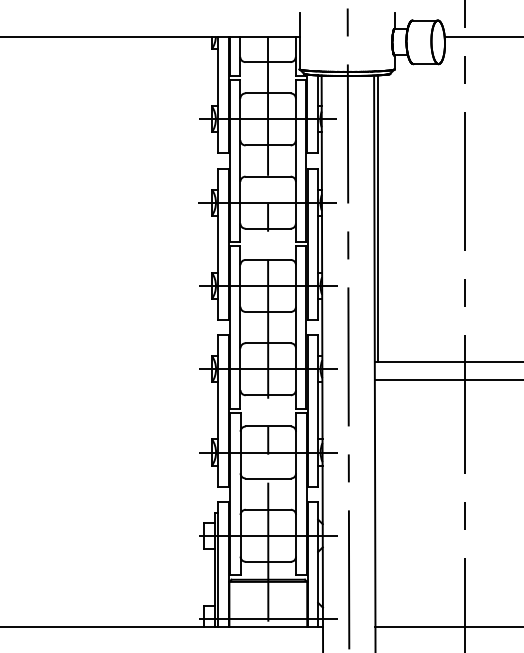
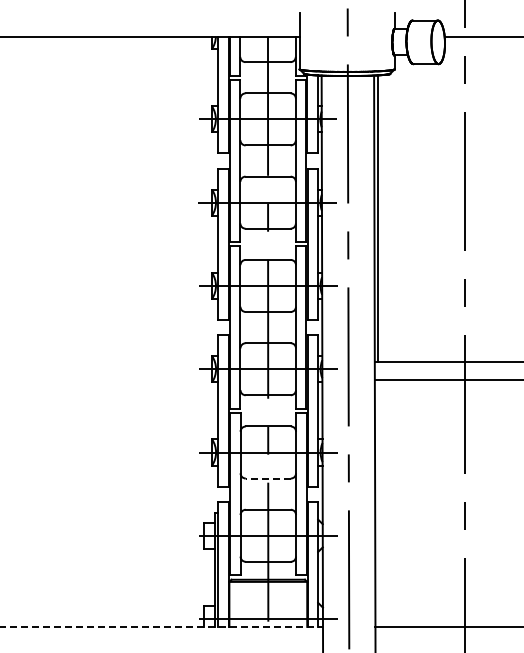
line at (268, 478): solid -> dashed
line at (162, 626): solid -> dashed
